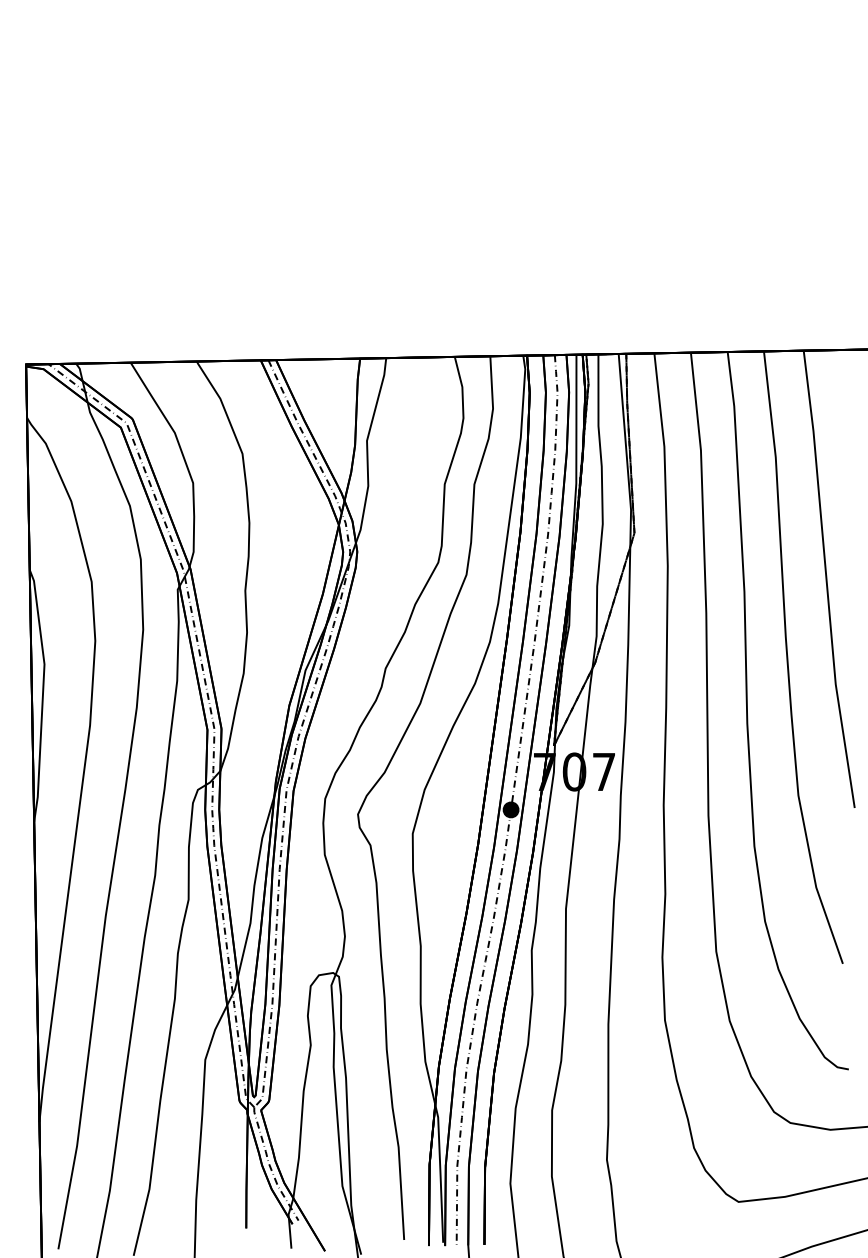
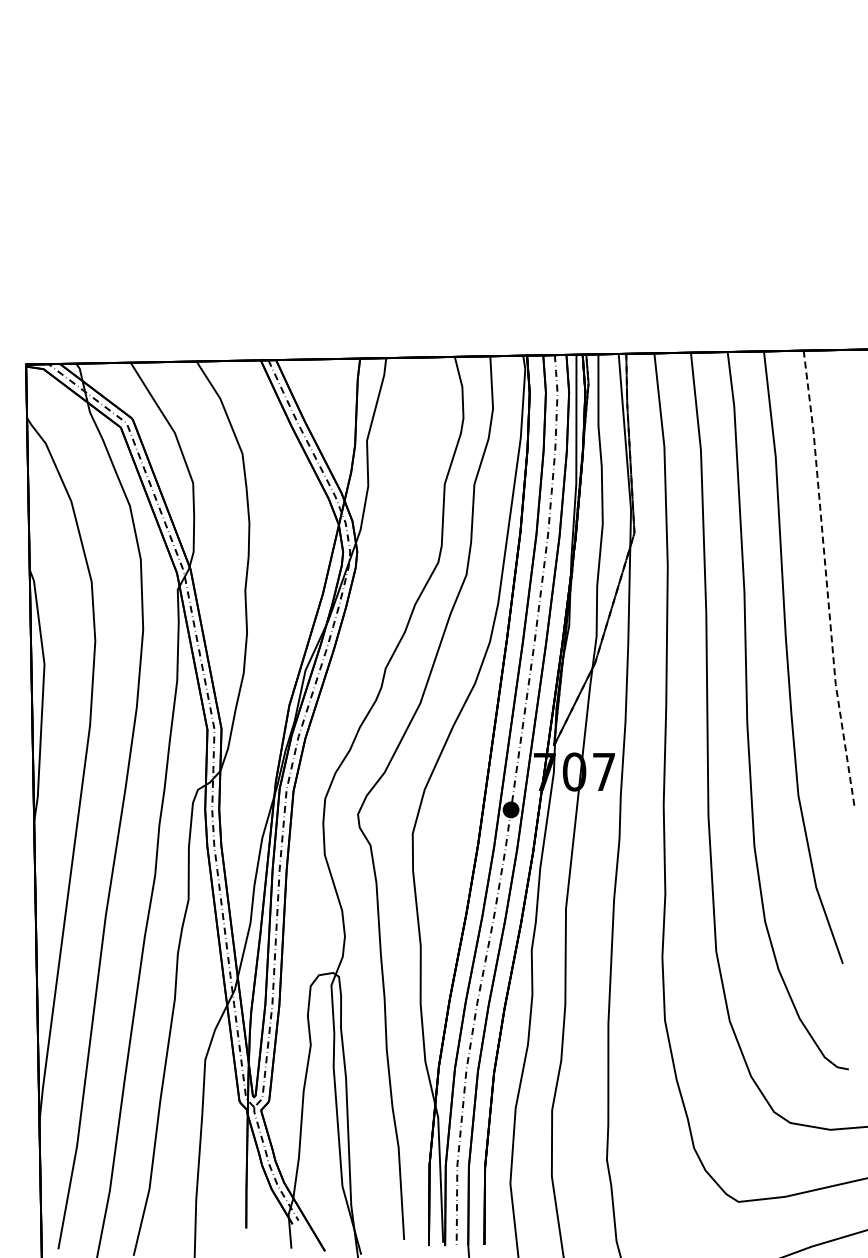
line at (826, 580): solid -> dashed
